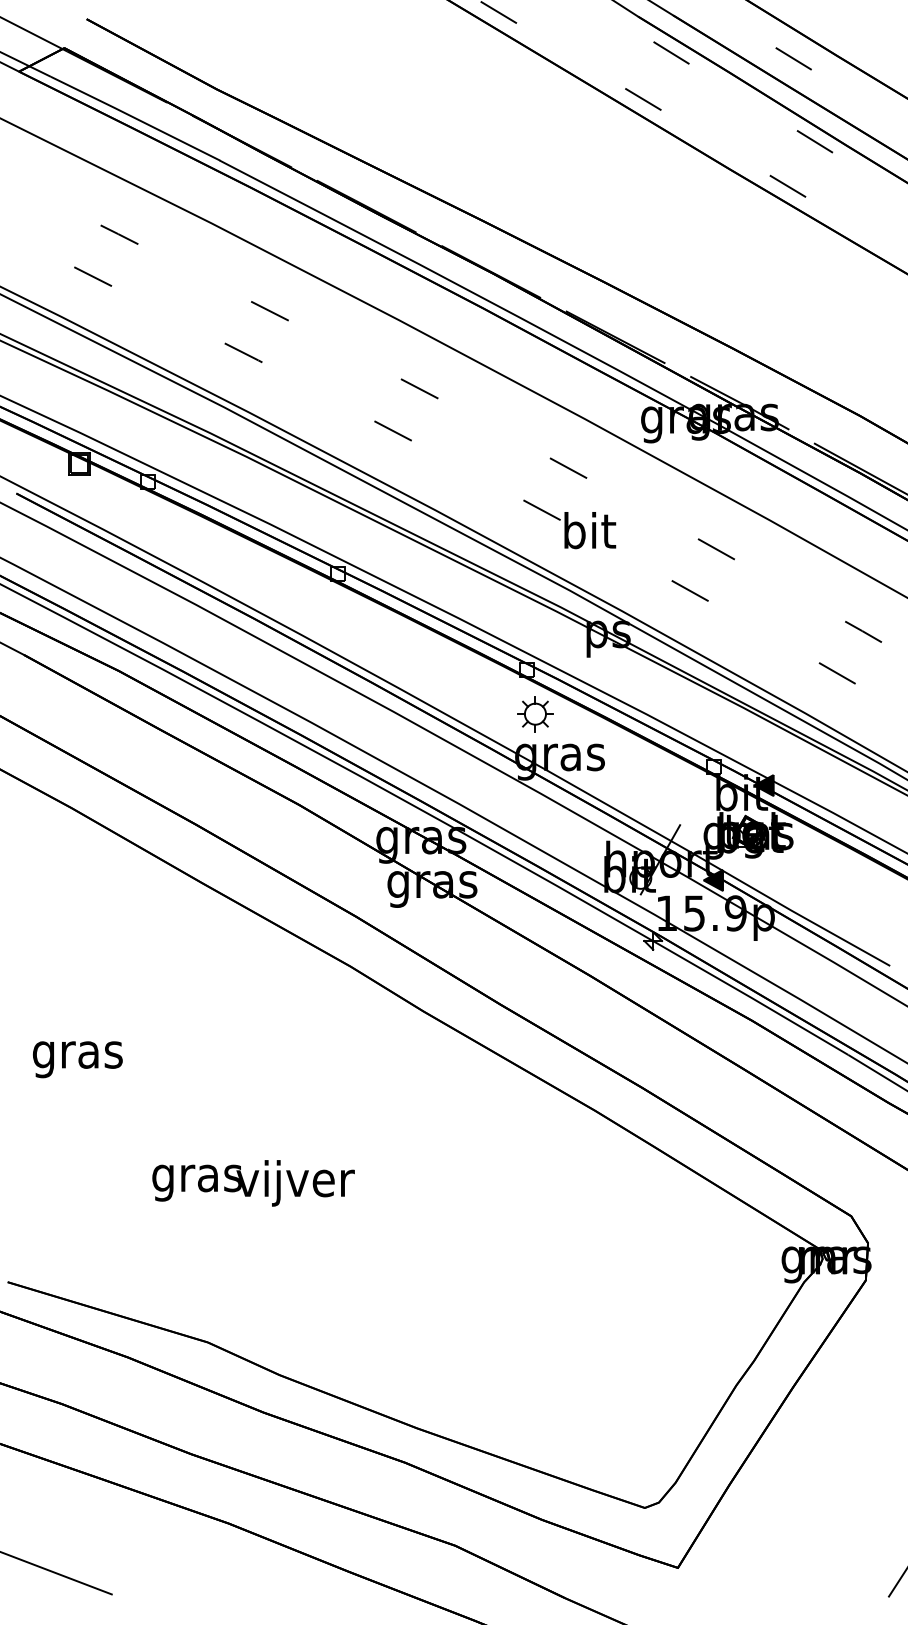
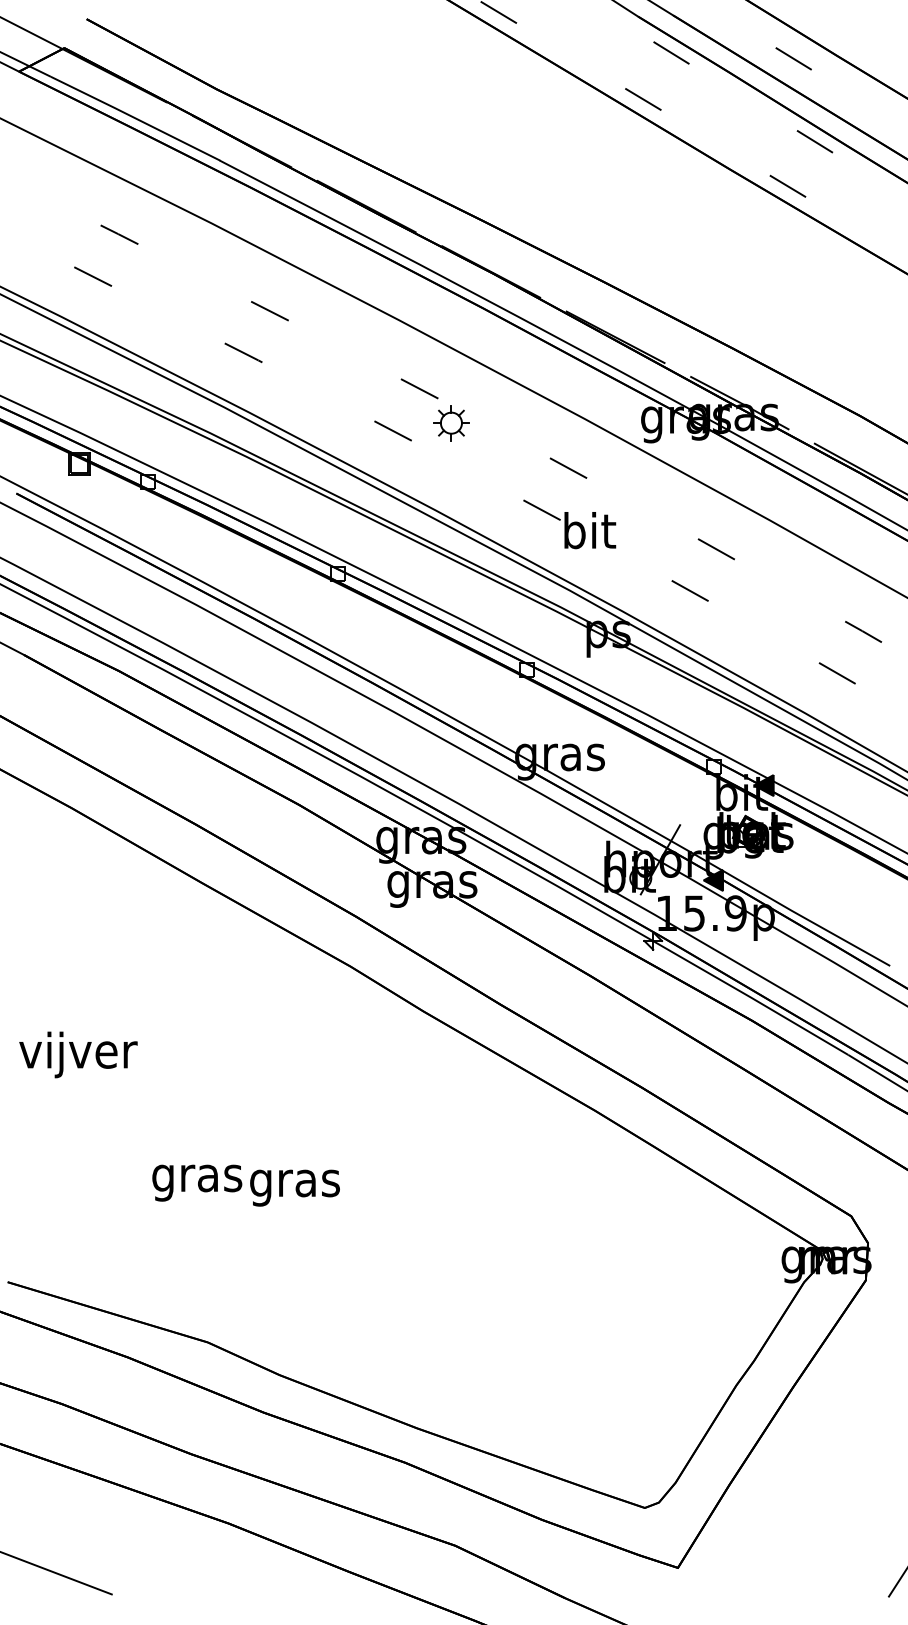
part at (535, 714) position: (535, 714) -> (451, 423)
text at (78, 1054): gras -> vijver
text at (295, 1183): vijver -> gras
